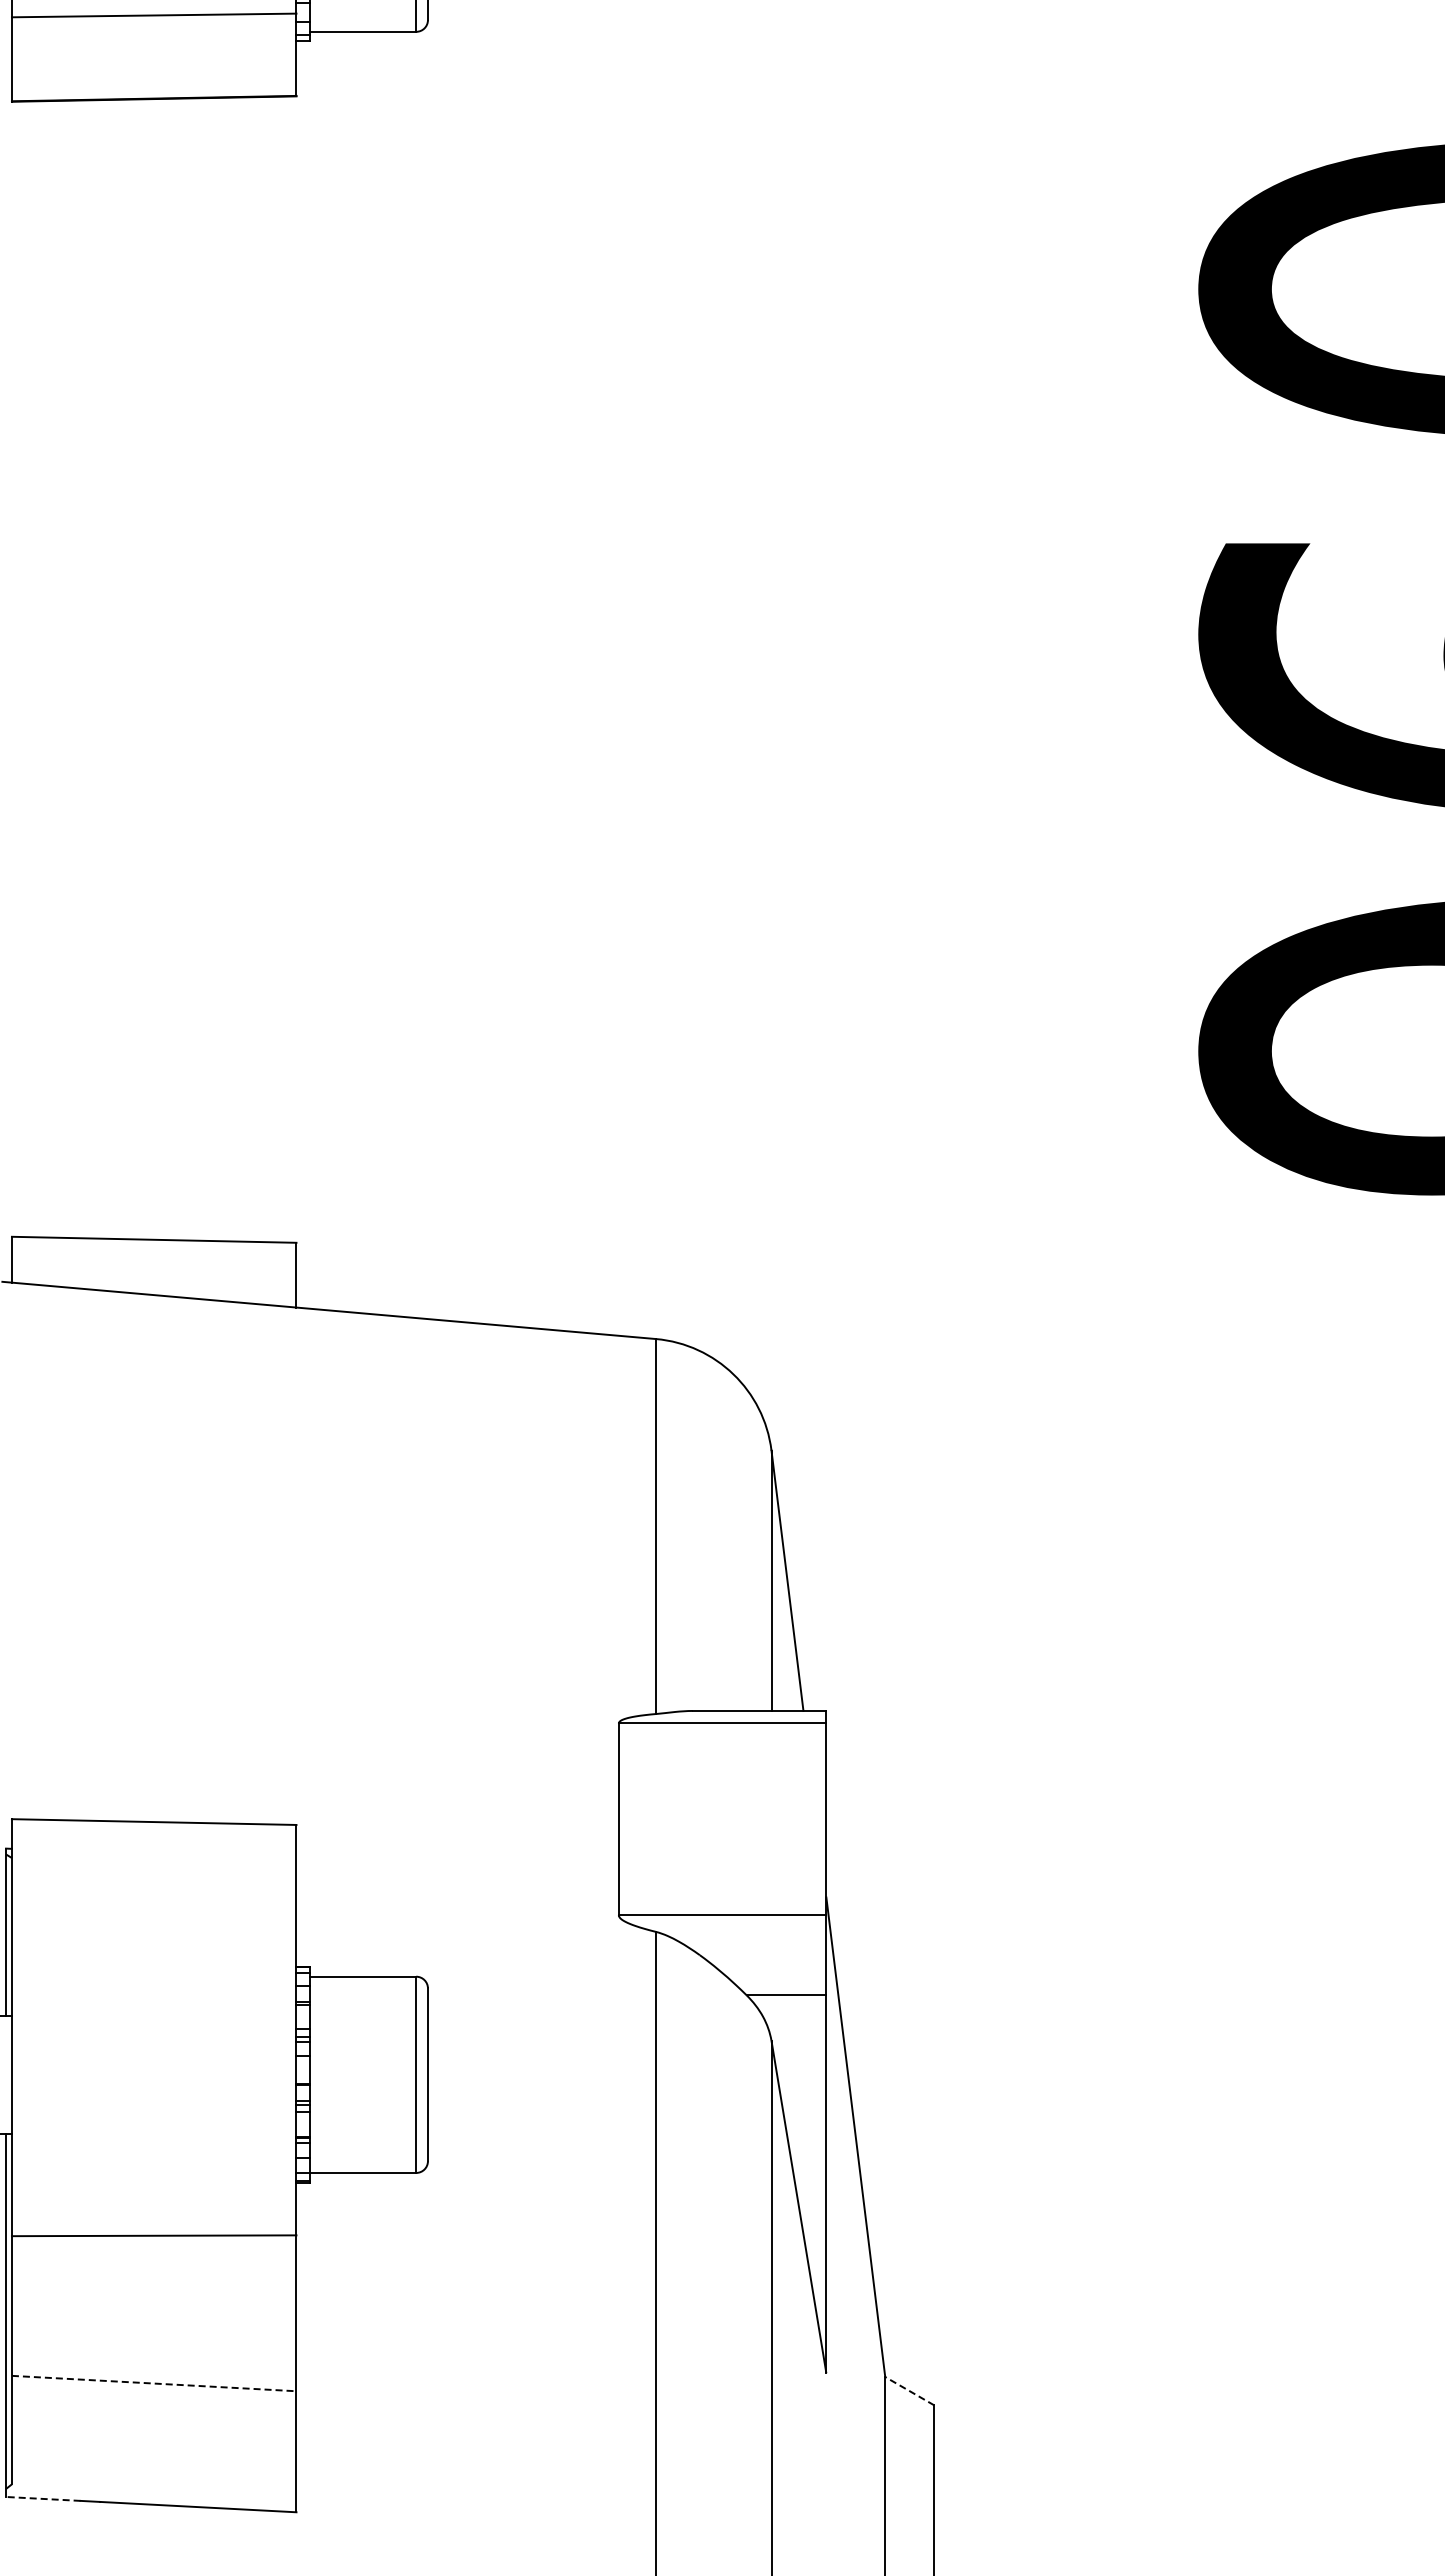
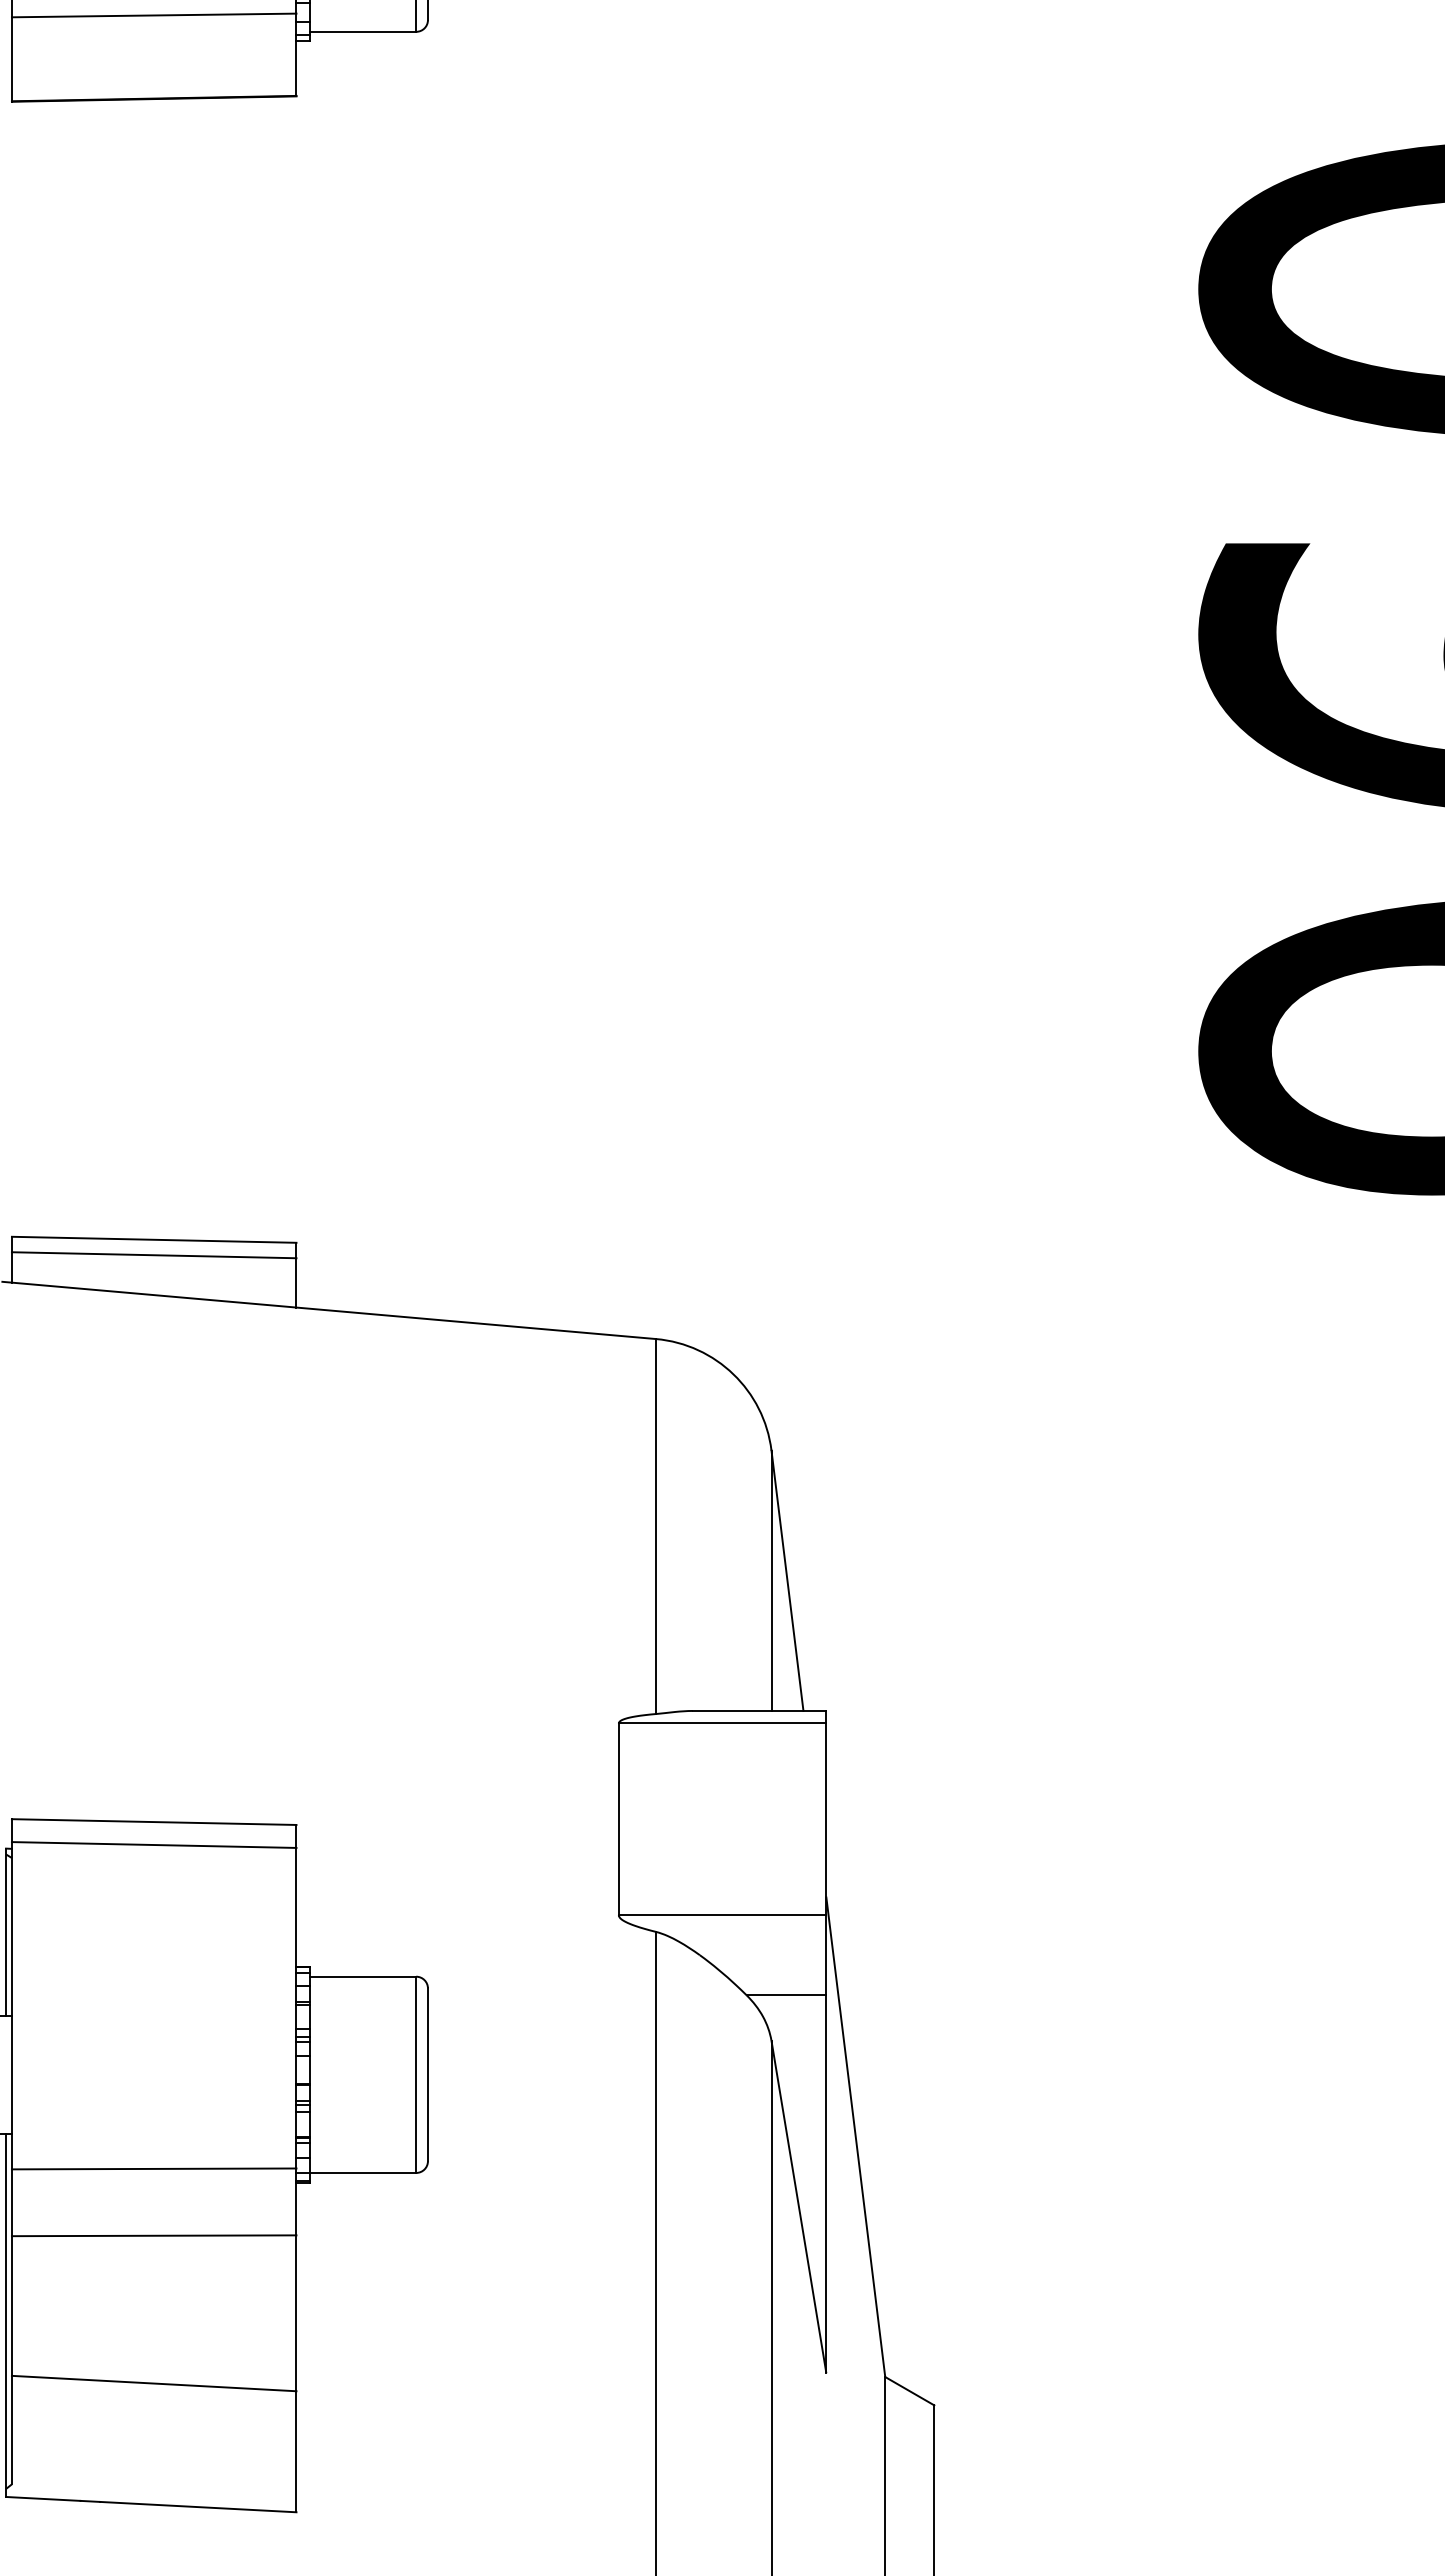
line at (153, 1255): none -> present
line at (153, 1844): none -> present
line at (153, 2168): none -> present
line at (154, 2383): dashed -> solid
line at (909, 2390): dashed -> solid
line at (42, 2498): dashed -> solid
